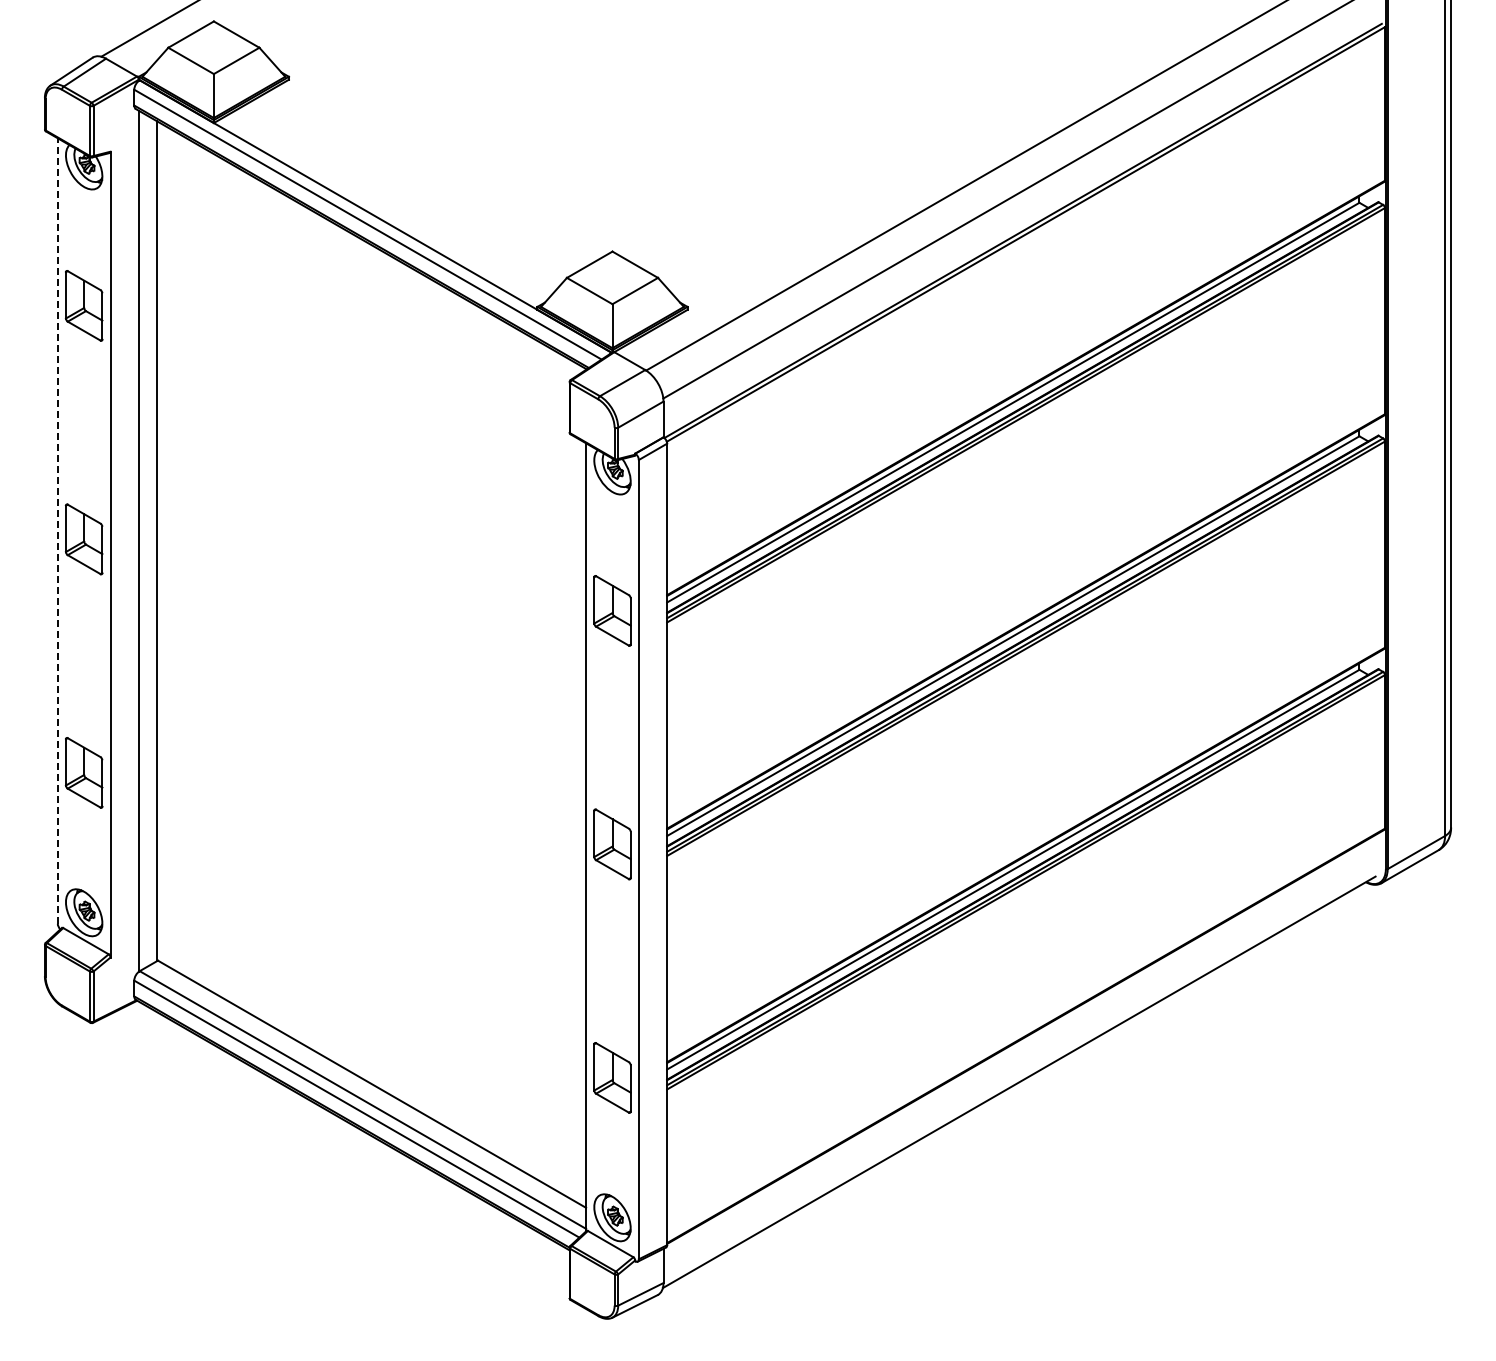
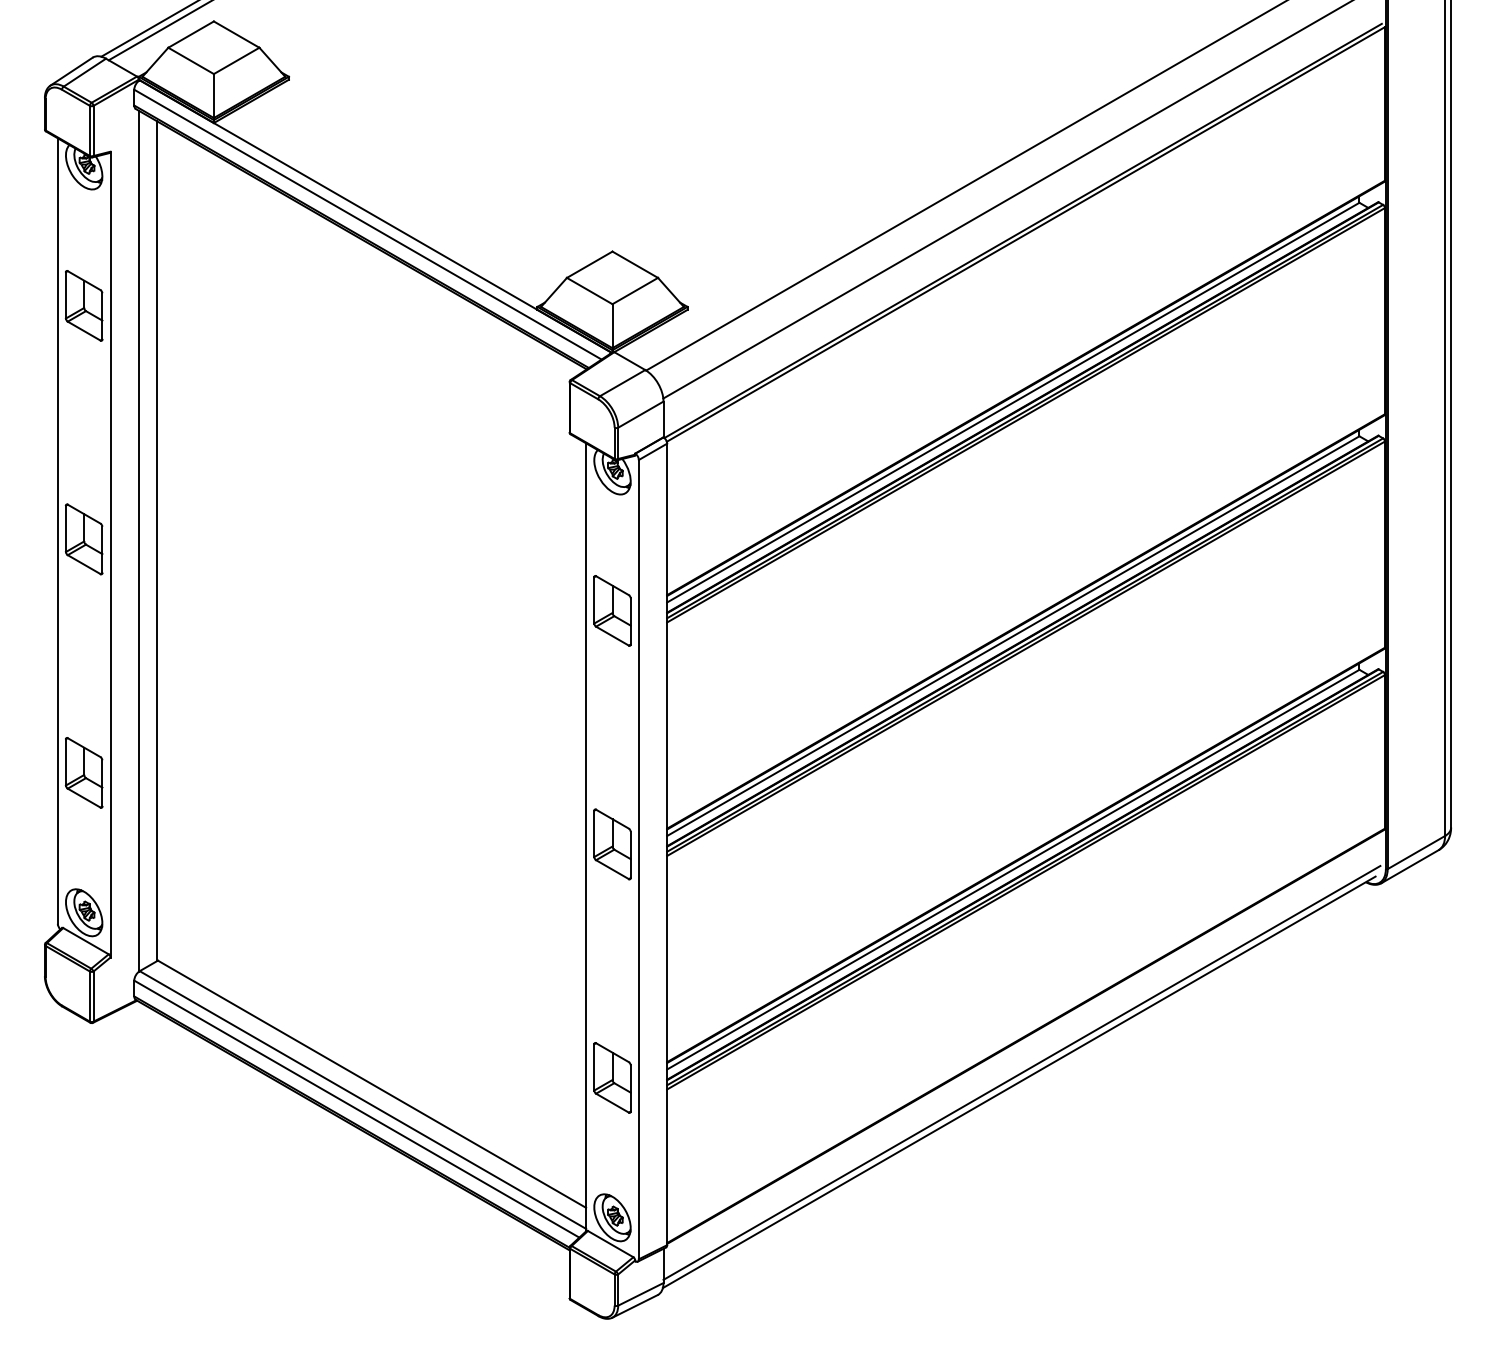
line at (158, 31): none -> present
line at (57, 531): dashed -> solid
line at (1021, 1072): none -> present
